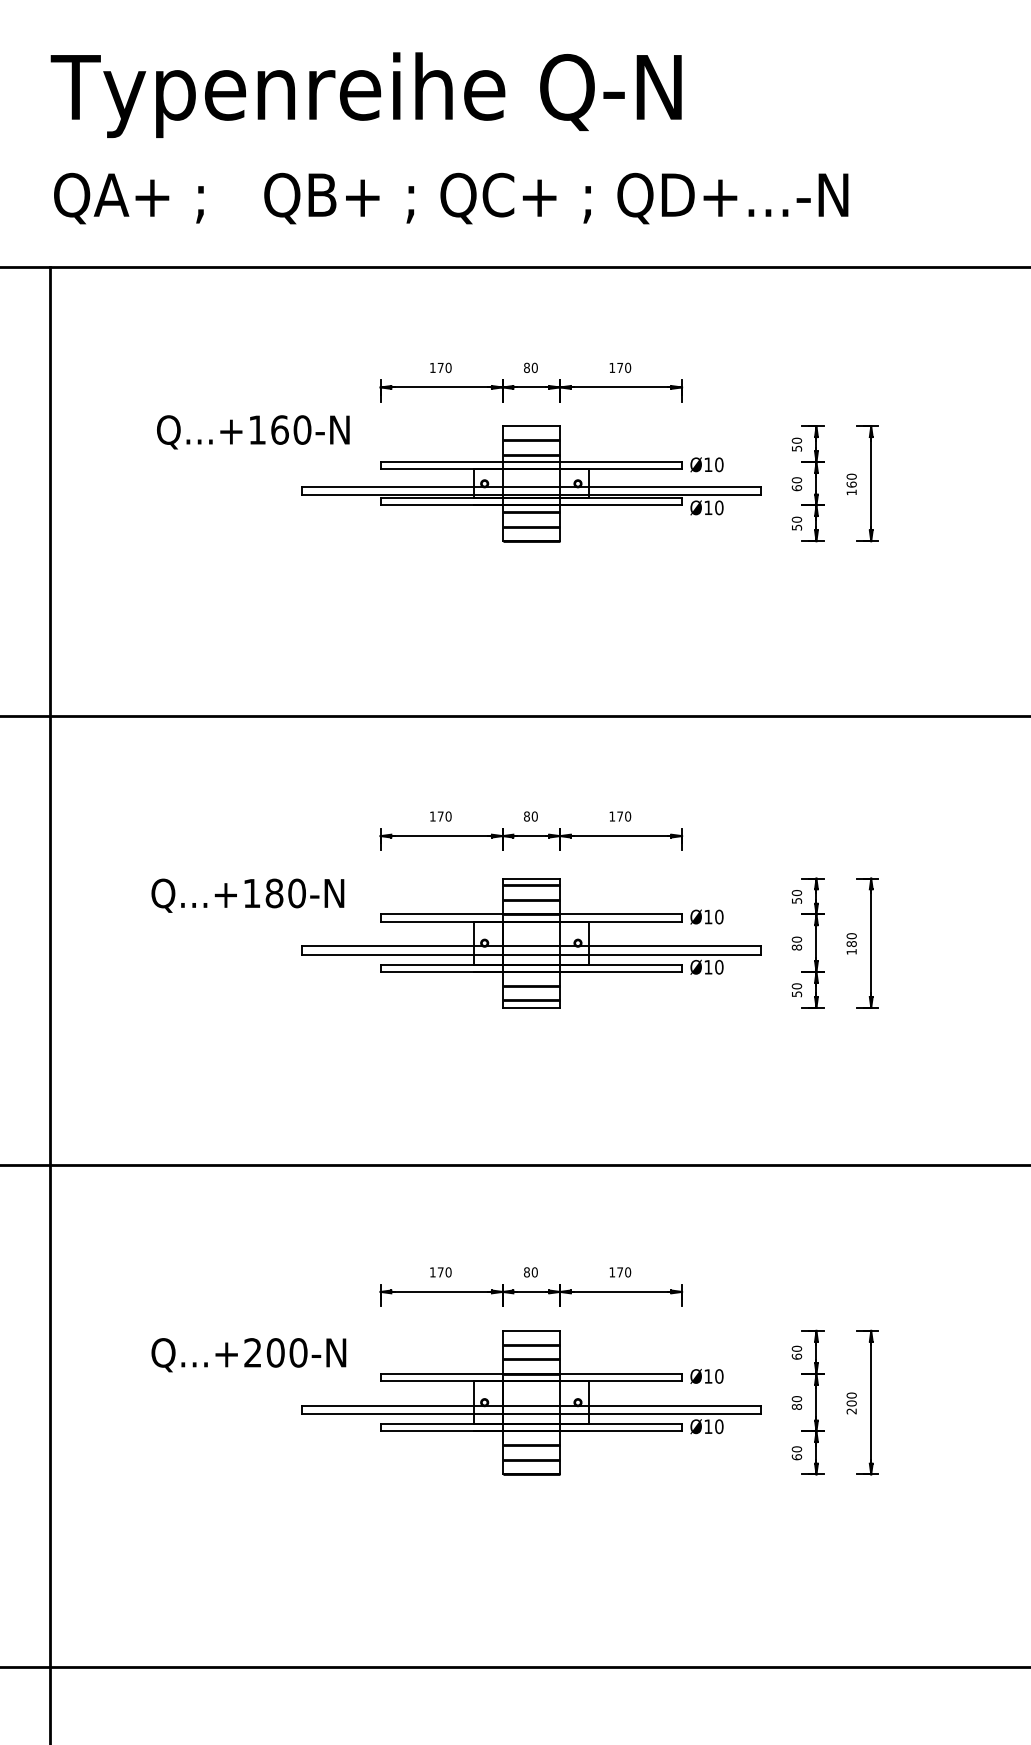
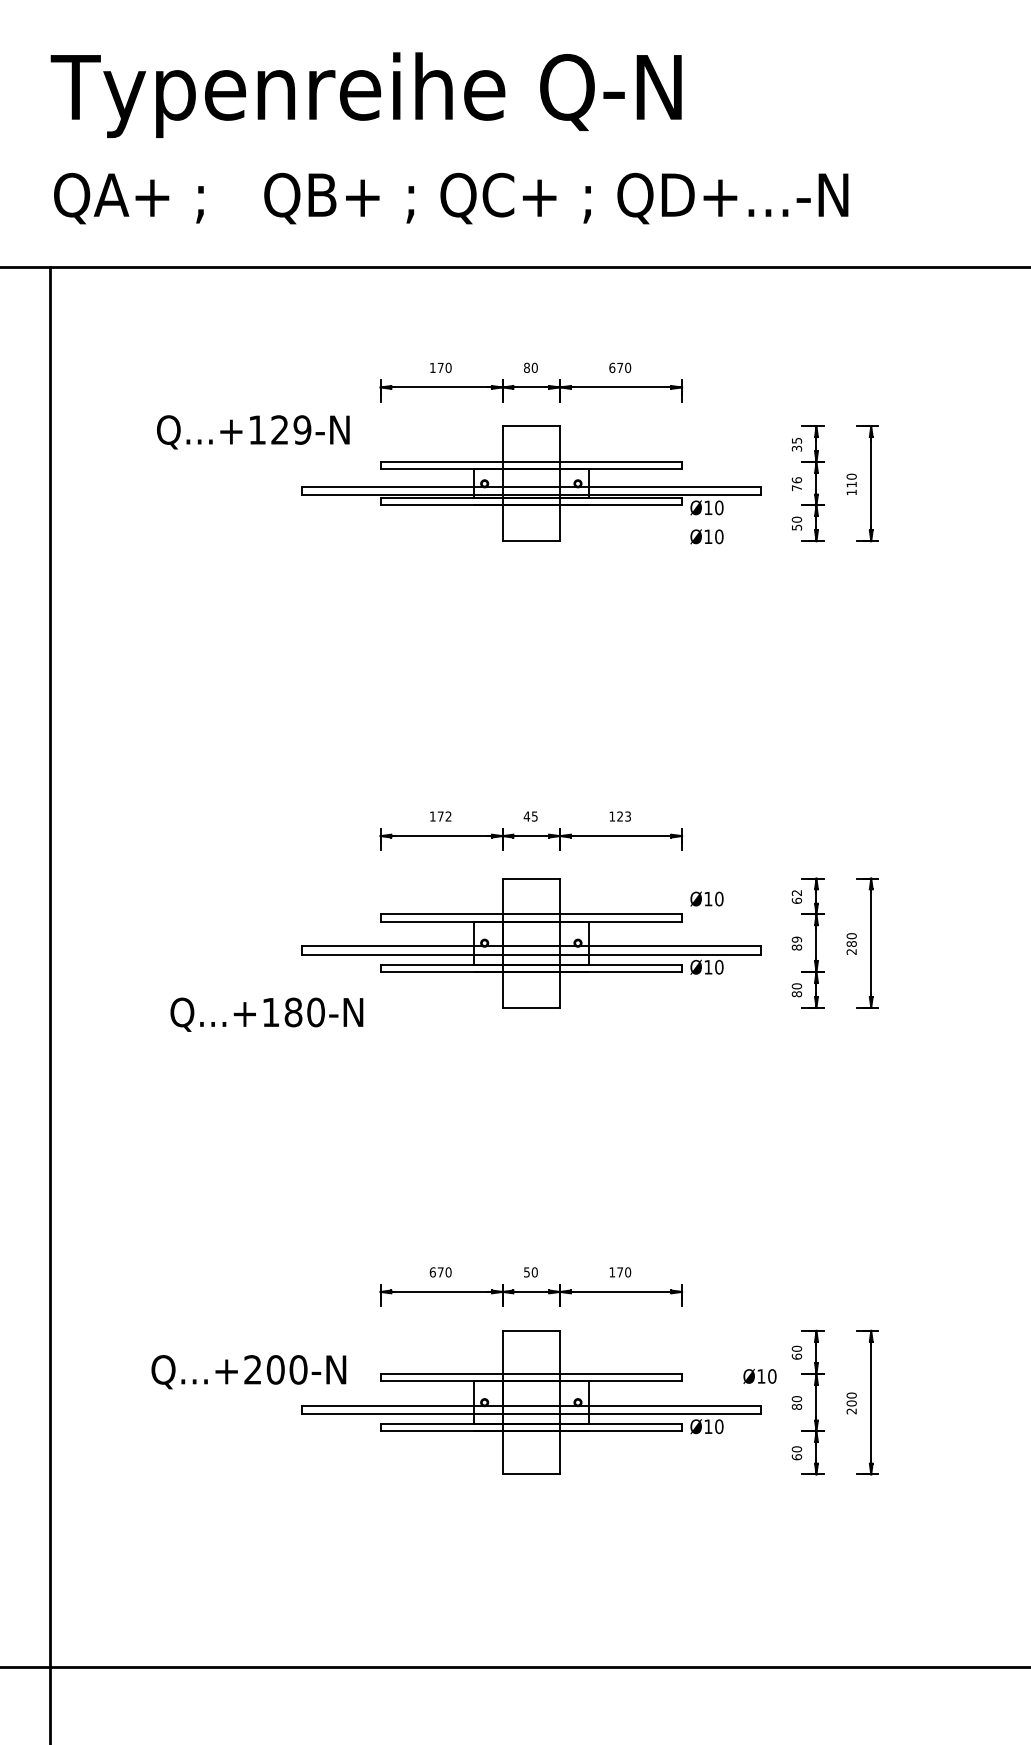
text at (612, 367): 170 -> 670
text at (291, 429): Q...+160-N -> Q...+129-N
text at (796, 444): 50 -> 35
hatch at (531, 447): present -> none
text at (706, 464) position: (706, 464) -> (706, 536)
text at (796, 484): 60 -> 76
text at (851, 484): 160 -> 110
hatch at (531, 526): present -> none
line at (514, 716): present -> none
text at (448, 816): 170 -> 172
text at (530, 816): 80 -> 45
text at (624, 816): 170 -> 123
text at (247, 895) position: (247, 895) -> (266, 1014)
text at (796, 896): 50 -> 62
hatch at (531, 899): present -> none
text at (706, 916) position: (706, 916) -> (706, 898)
text at (797, 939): 80 -> 89
text at (851, 951): 180 -> 280
hatch at (531, 992): present -> none
text at (796, 994): 50 -> 80
line at (514, 1164): present -> none
text at (432, 1272): 170 -> 670
text at (526, 1272): 80 -> 50
text at (248, 1355) position: (248, 1355) -> (248, 1372)
hatch at (531, 1358): present -> none
text at (706, 1376) position: (706, 1376) -> (759, 1376)
hatch at (531, 1459): present -> none
